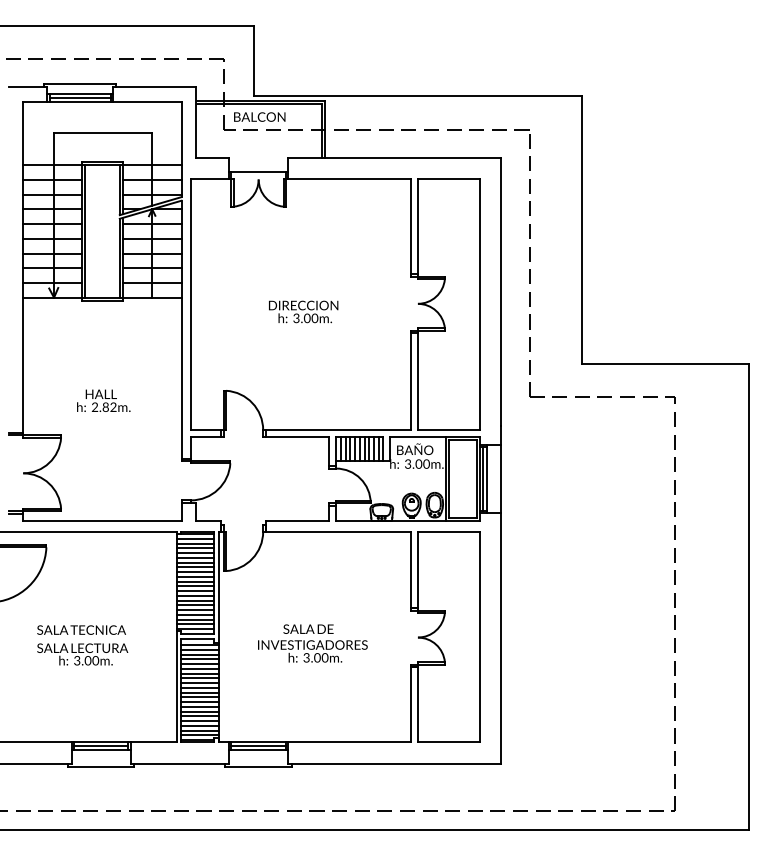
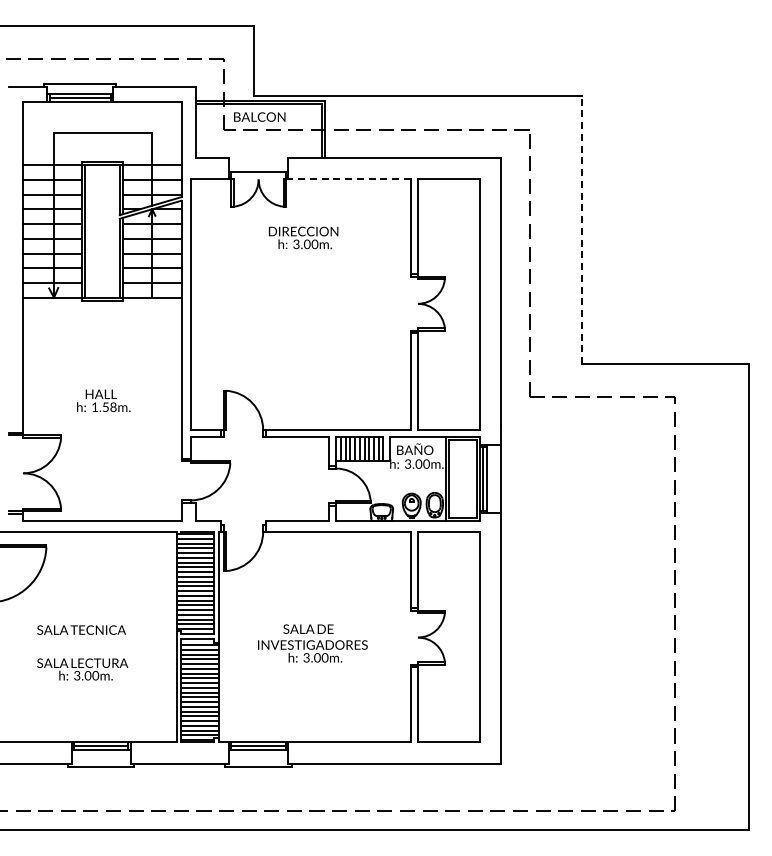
line at (349, 179): solid -> dashed
line at (581, 230): solid -> dashed
text at (303, 311) position: (303, 311) -> (303, 237)
text at (103, 406): 2.82m. -> 1.58m.
text at (82, 654) position: (82, 654) -> (82, 669)
